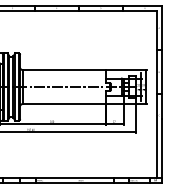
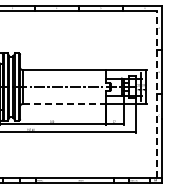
line at (157, 94): solid -> dashed
line at (64, 103): solid -> dashed
